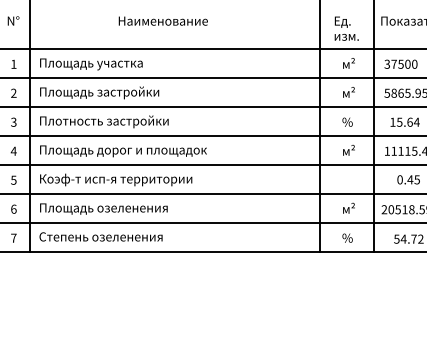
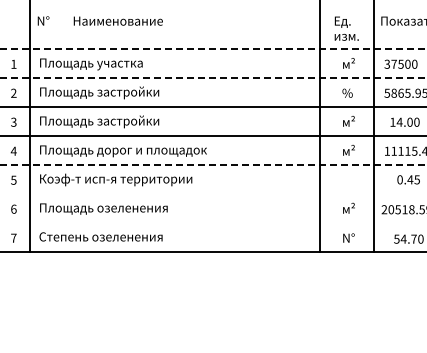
text at (13, 20) position: (13, 20) -> (43, 20)
text at (162, 20) position: (162, 20) -> (117, 20)
line at (213, 49): solid -> dashed
line at (213, 78): solid -> dashed
text at (348, 92): м² -> %
text at (348, 120): % -> м²
text at (115, 121): Плотность застройки -> Площадь застройки
text at (407, 121): 15.64 -> 14.00
line at (213, 164): solid -> dashed
line at (212, 193): present -> none
line at (212, 222): present -> none
text at (348, 237): % -> N°
text at (420, 238): 54.72 -> 54.70
